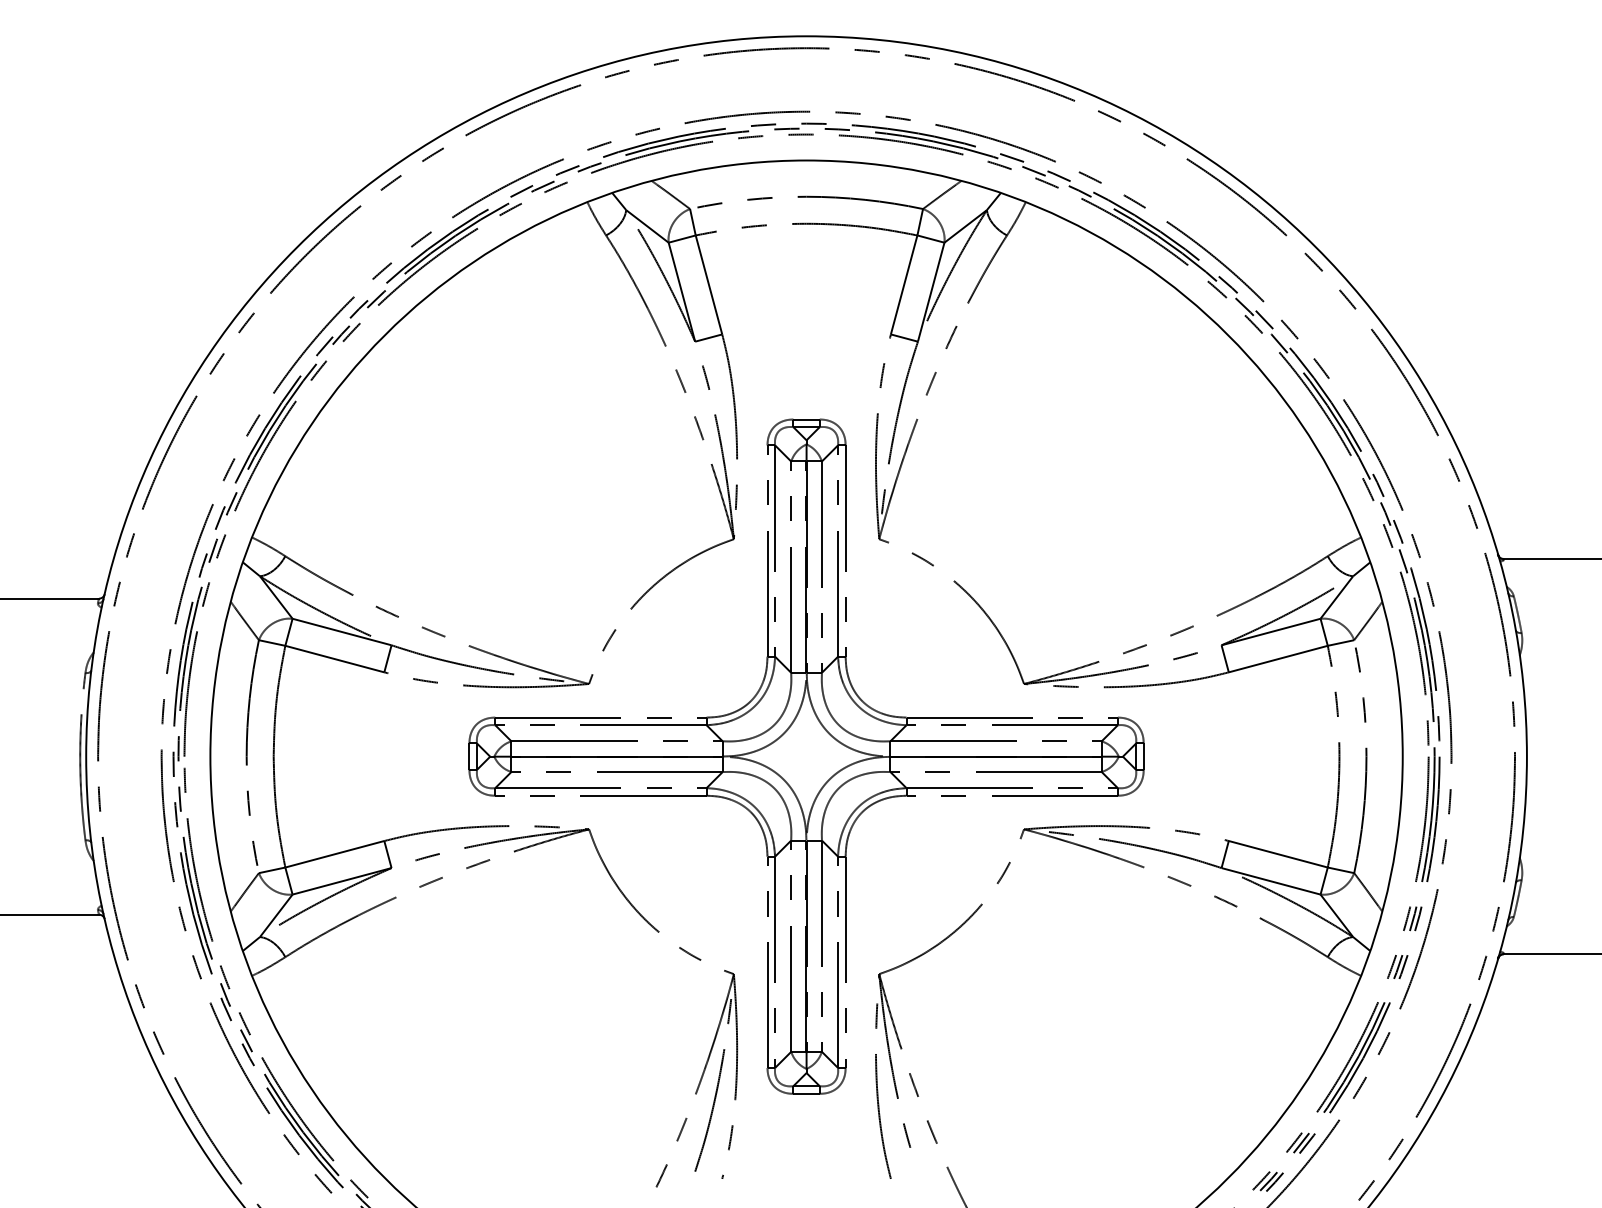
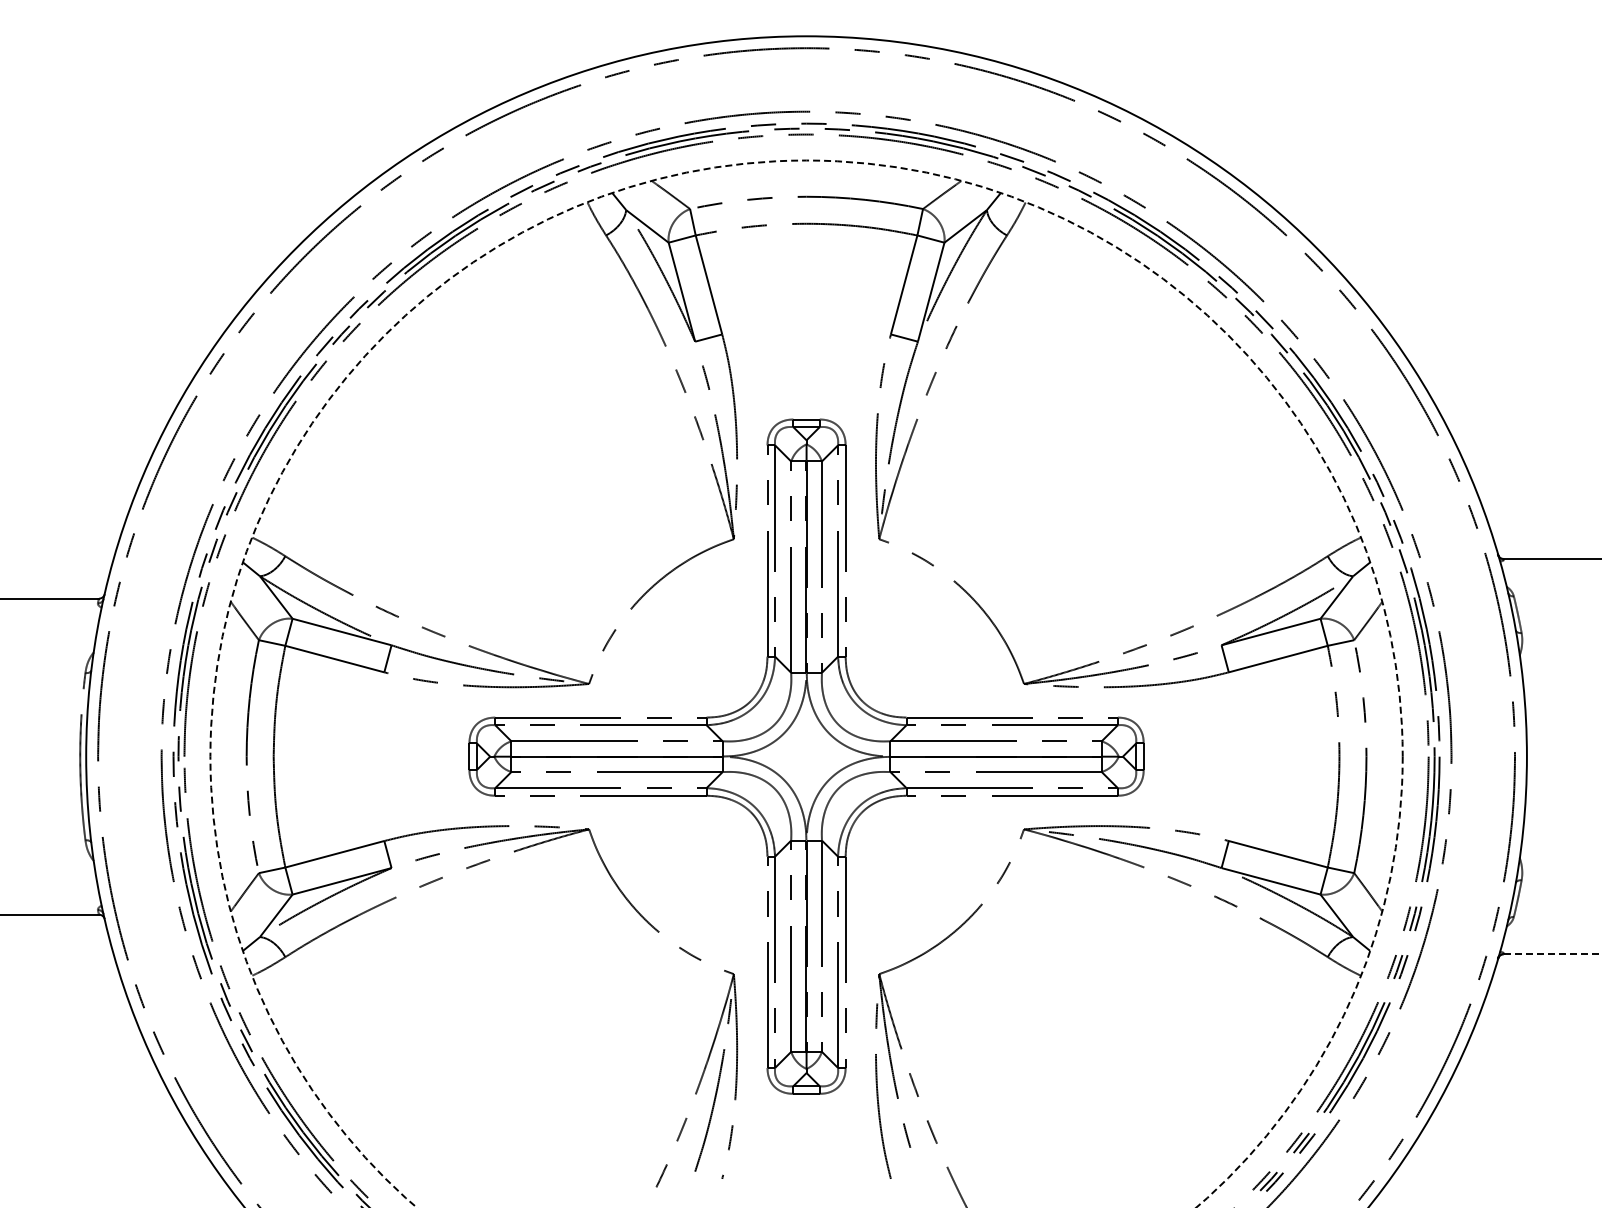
circle at (806, 683): solid -> dashed
line at (1552, 954): solid -> dashed
